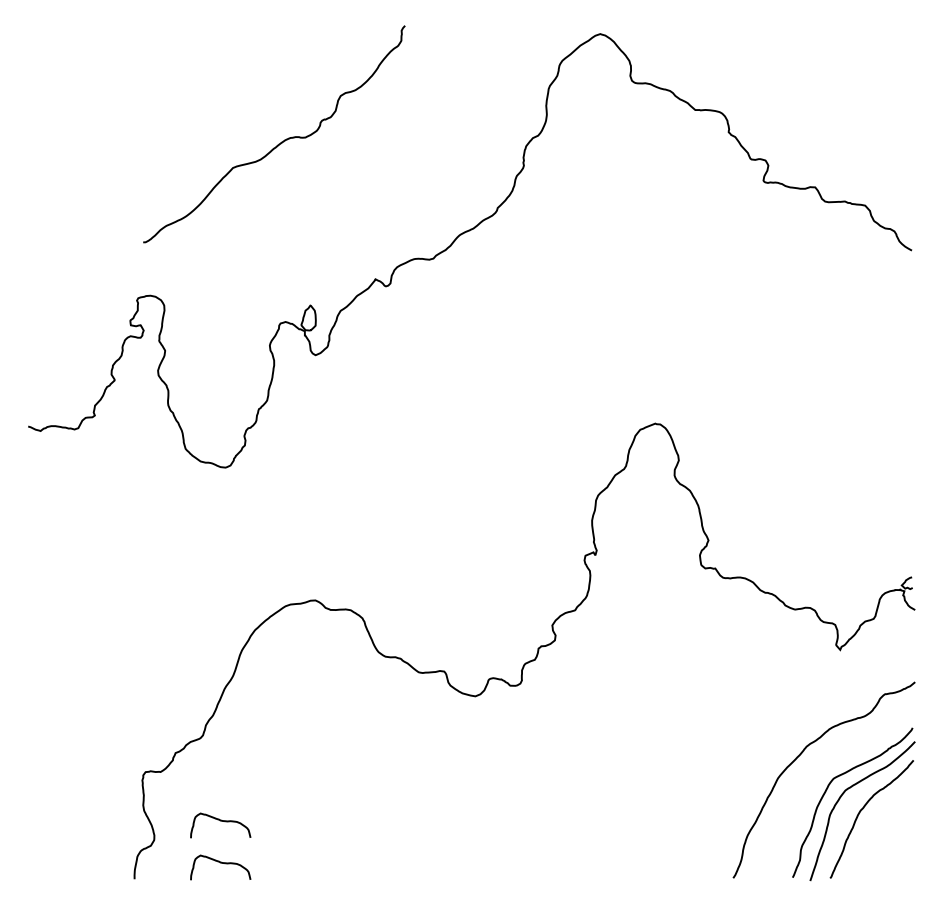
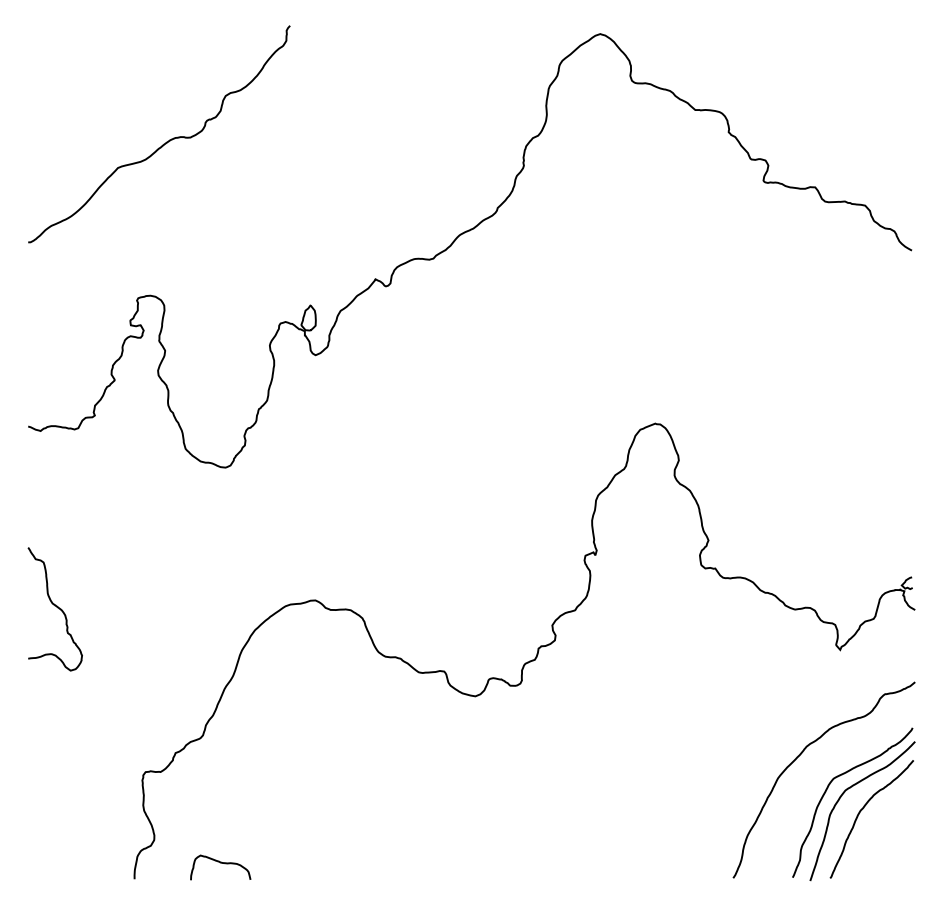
curve at (278, 143) position: (278, 143) -> (163, 143)
curve at (56, 607): none -> present
curve at (220, 821): present -> none
